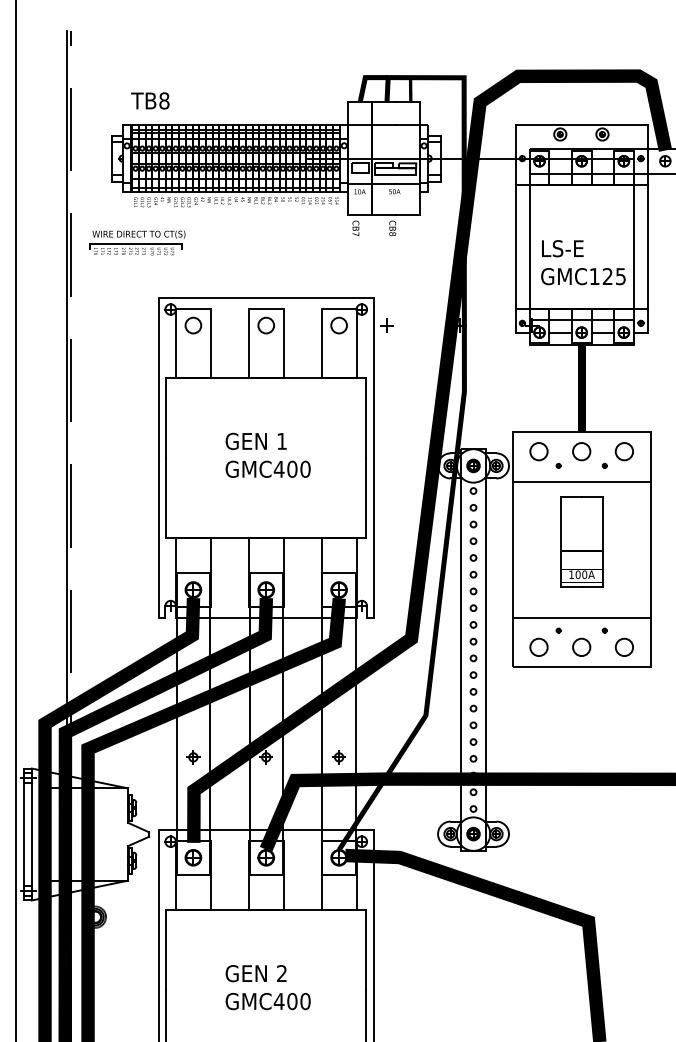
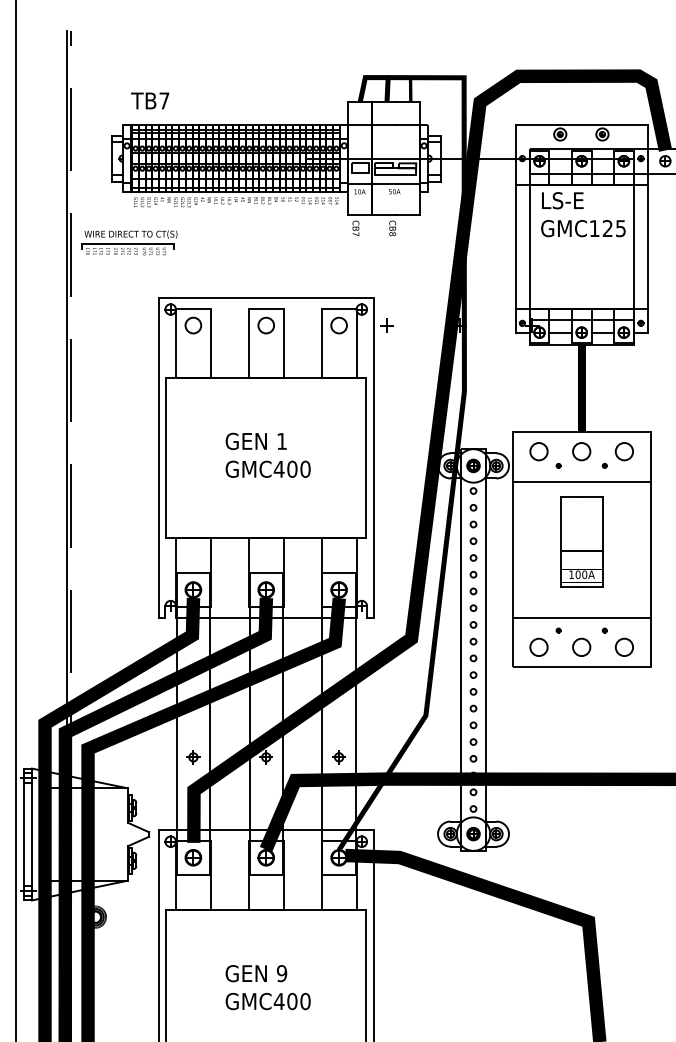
text at (164, 100): TB8 -> TB7
part at (137, 242) position: (137, 242) -> (129, 242)
text at (583, 262) position: (583, 262) -> (583, 214)
text at (281, 973): 2 -> 9
